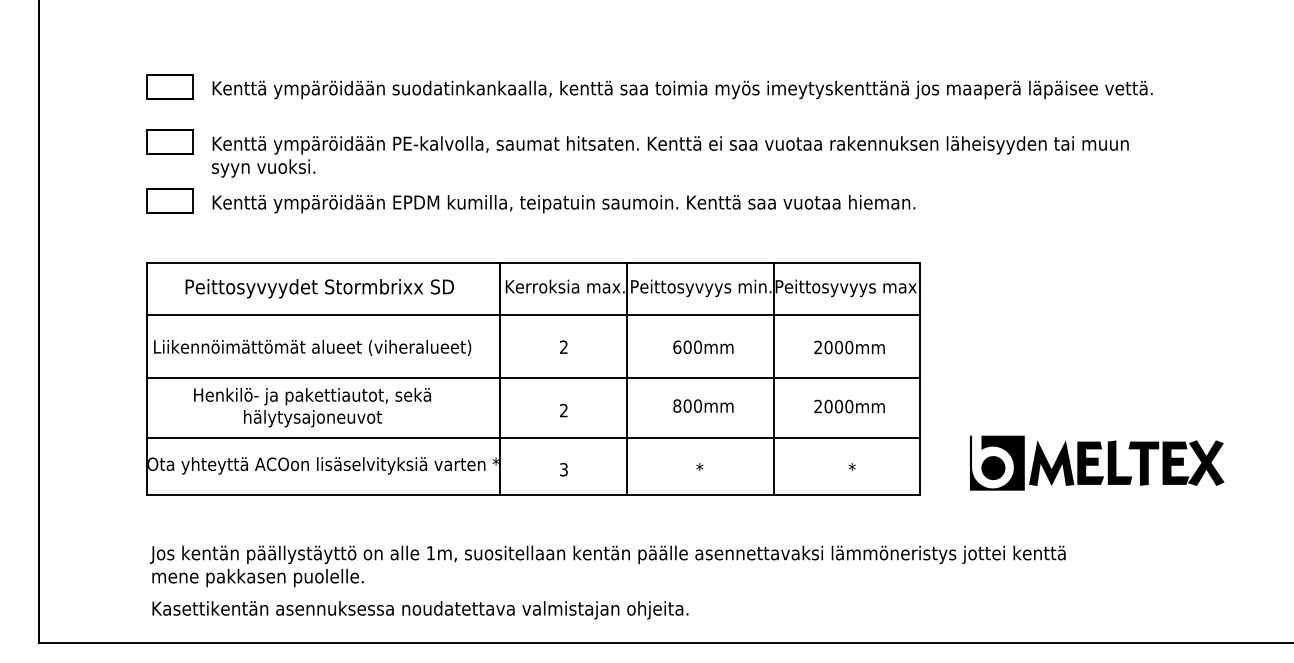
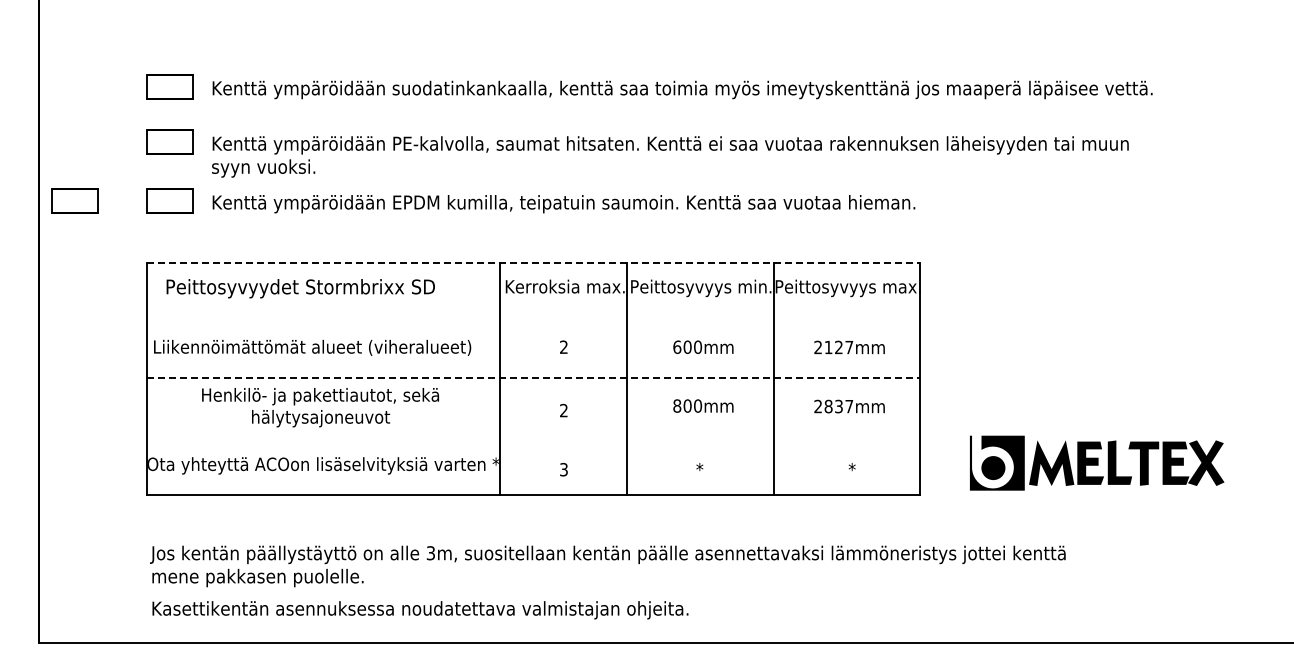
part at (74, 200): none -> present
line at (533, 262): solid -> dashed
text at (319, 288) position: (319, 288) -> (300, 288)
line at (533, 315): present -> none
text at (838, 347): 2000mm -> 2127mm
line at (533, 378): solid -> dashed
text at (838, 406): 2000mm -> 2837mm
text at (312, 407) position: (312, 407) -> (320, 407)
line at (533, 437): present -> none
text at (430, 553): 1m, -> 3m,
